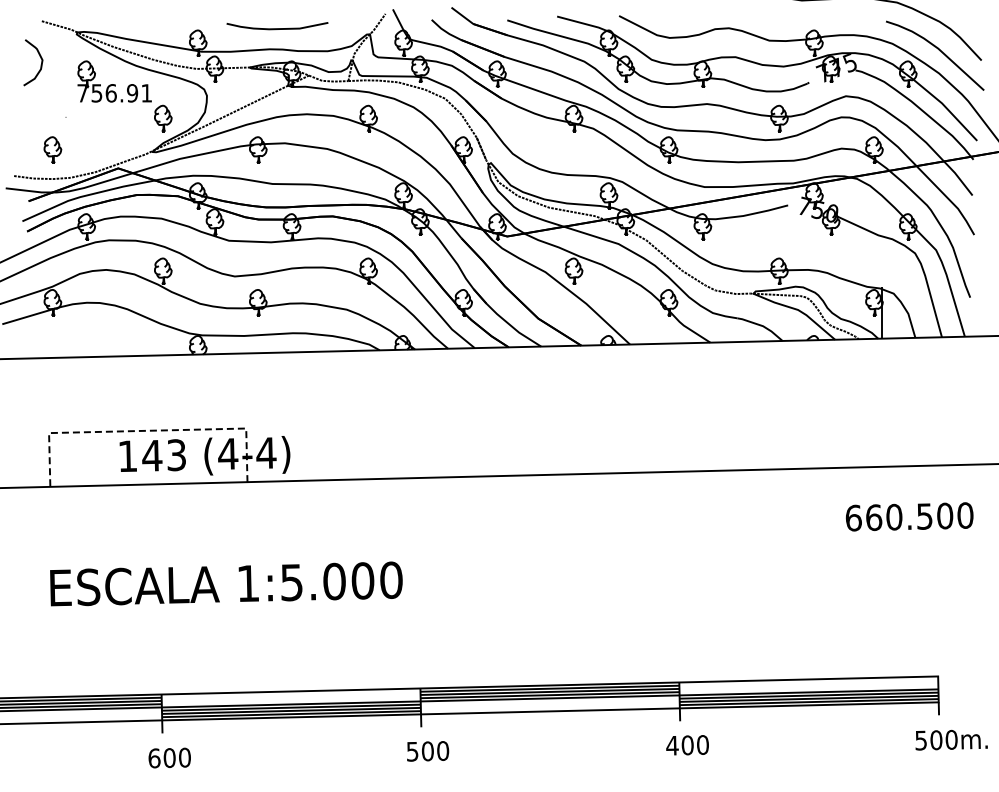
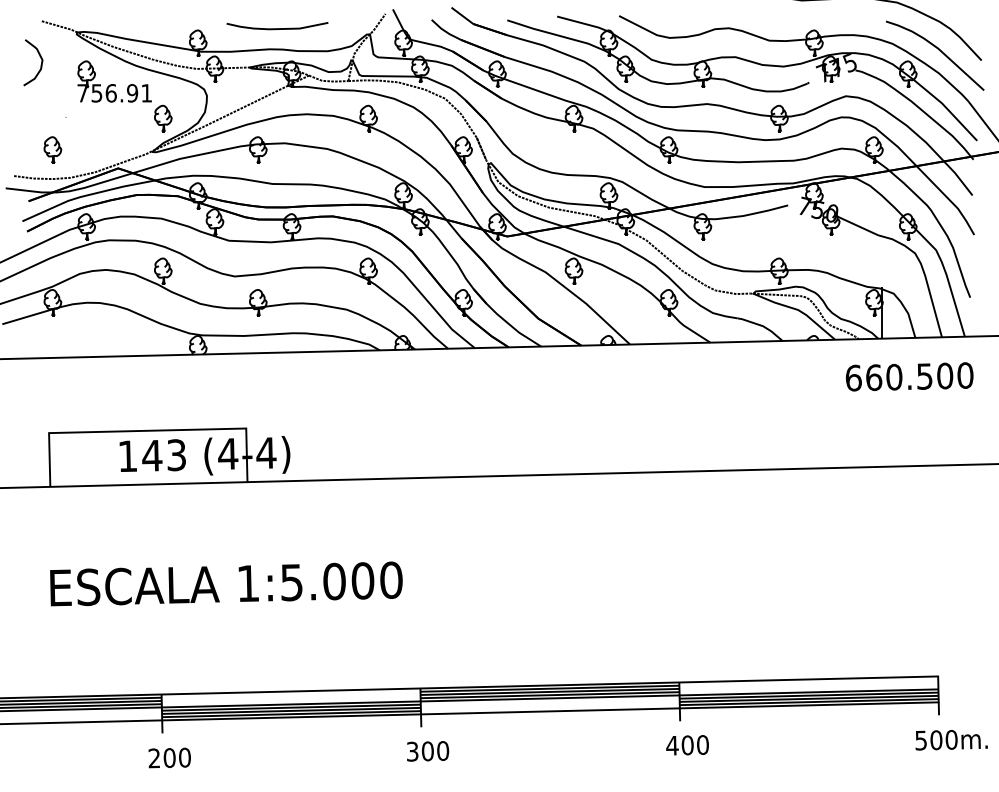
line at (147, 430): dashed -> solid
text at (909, 516) position: (909, 516) -> (909, 376)
text at (412, 750): 500 -> 300
text at (154, 758): 600 -> 200
